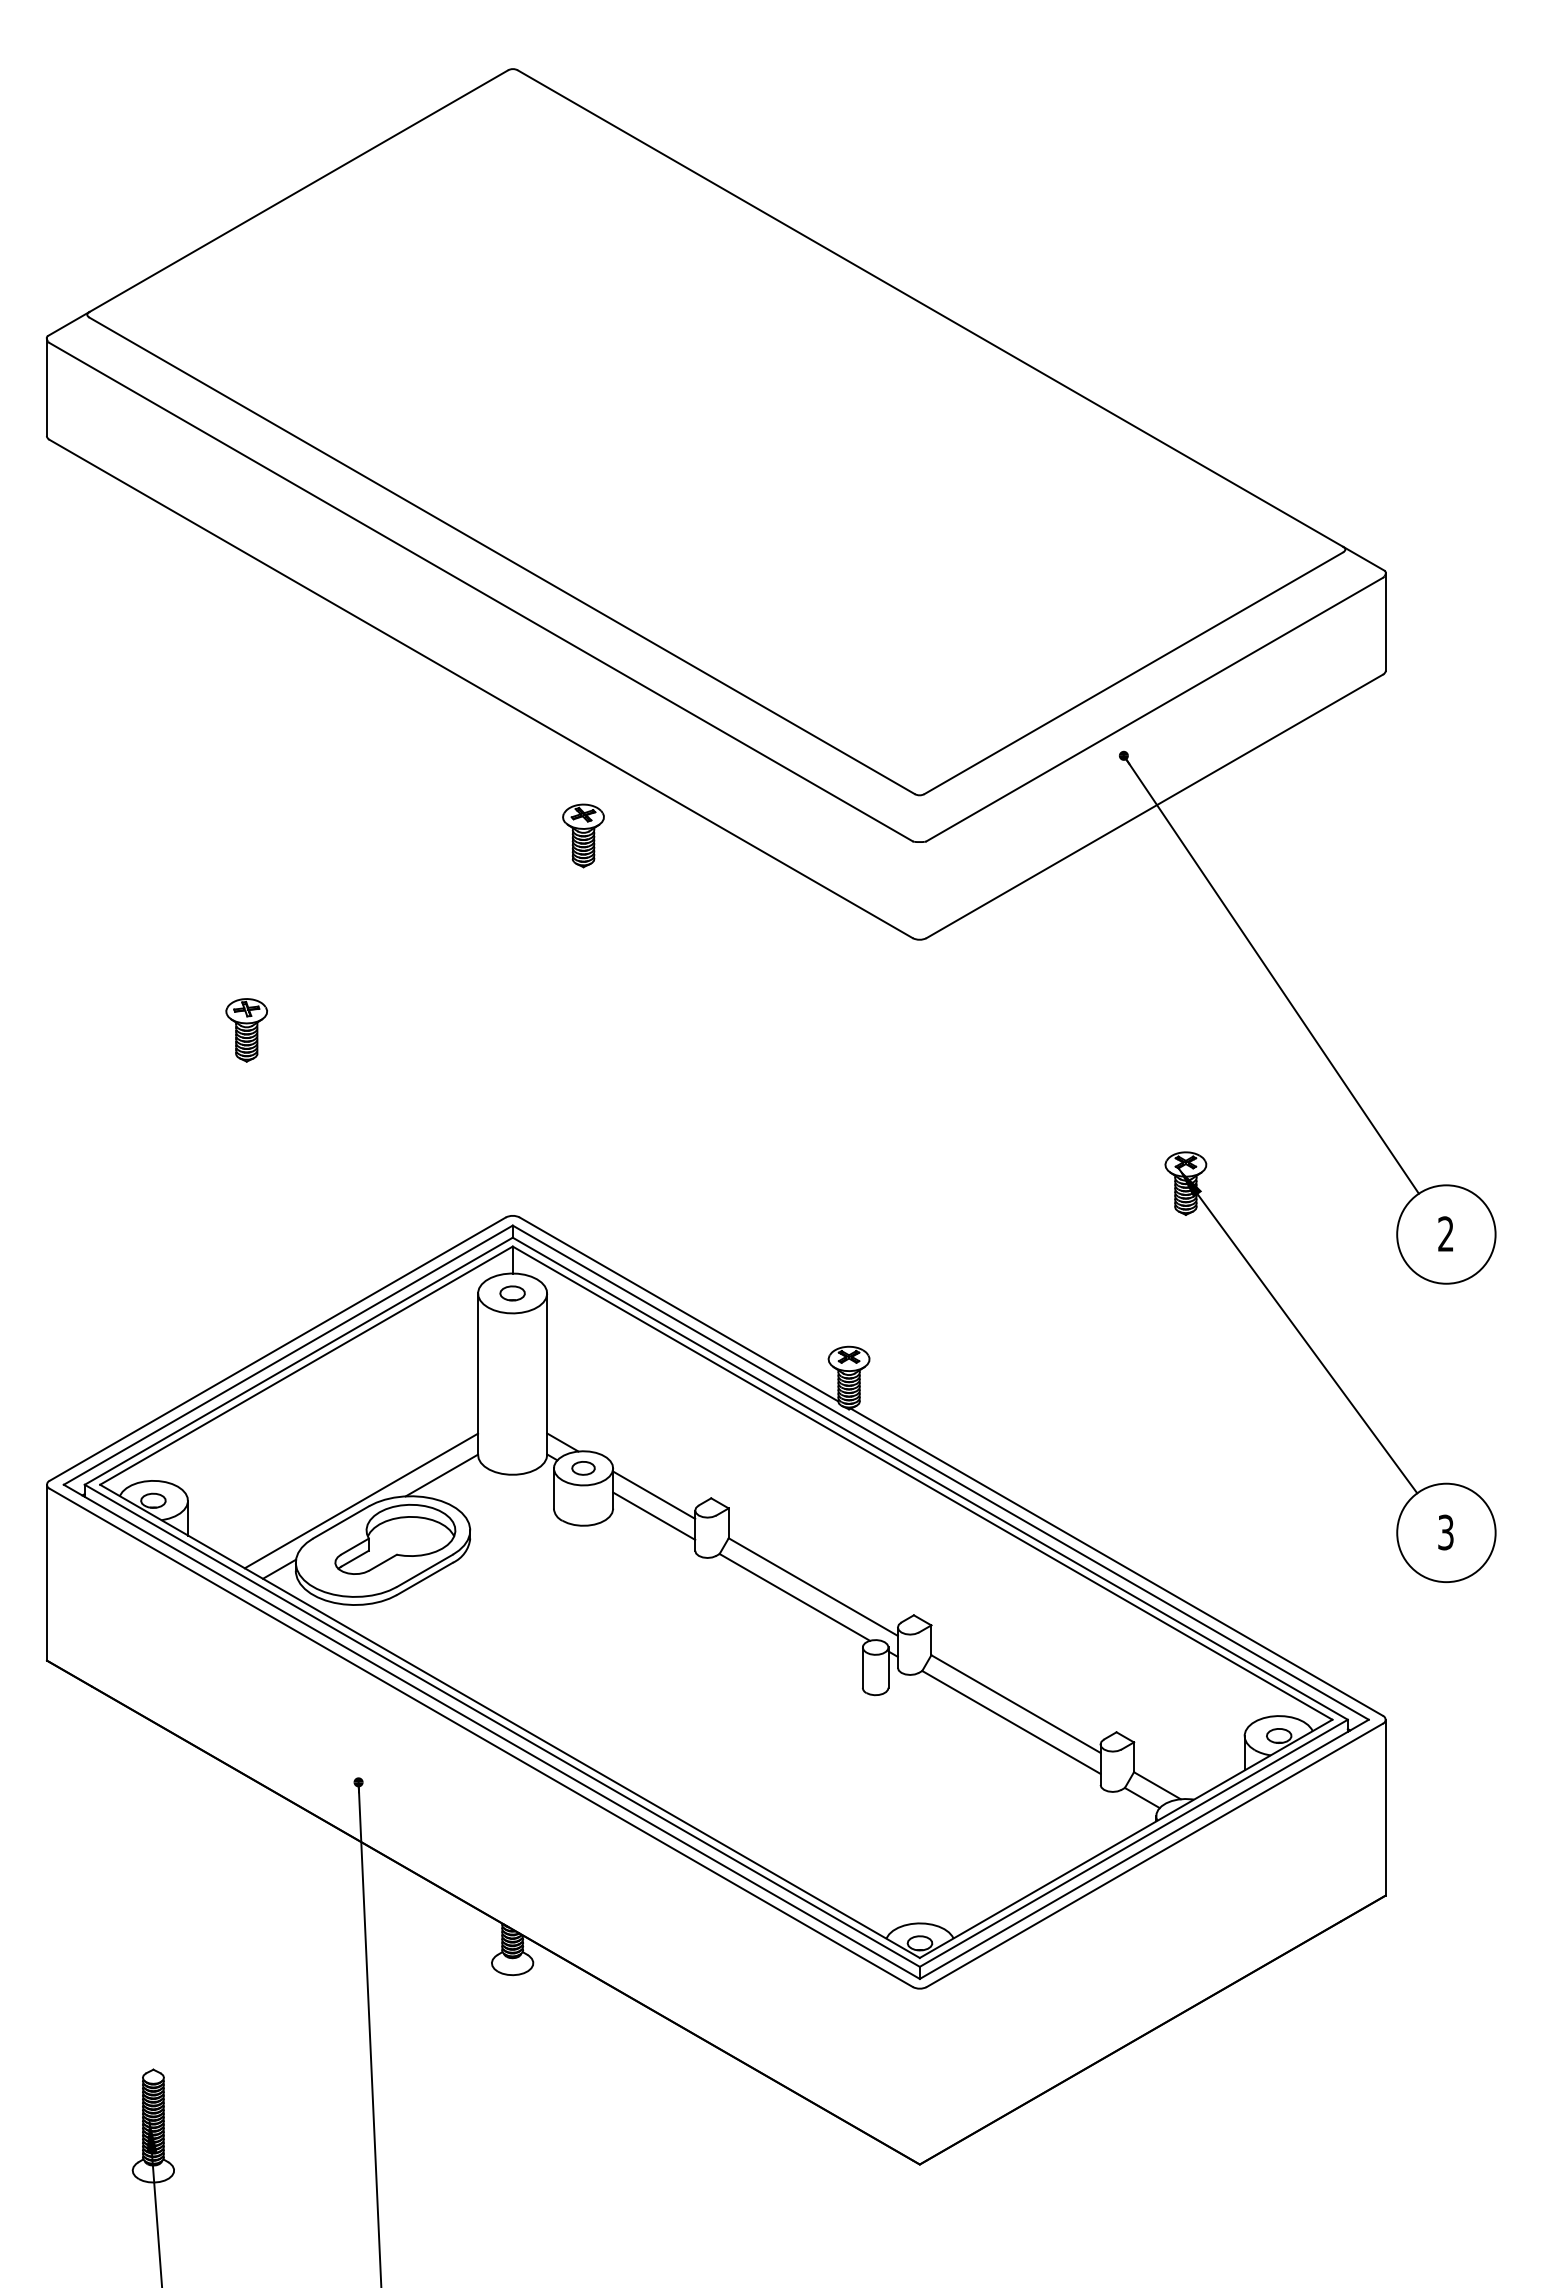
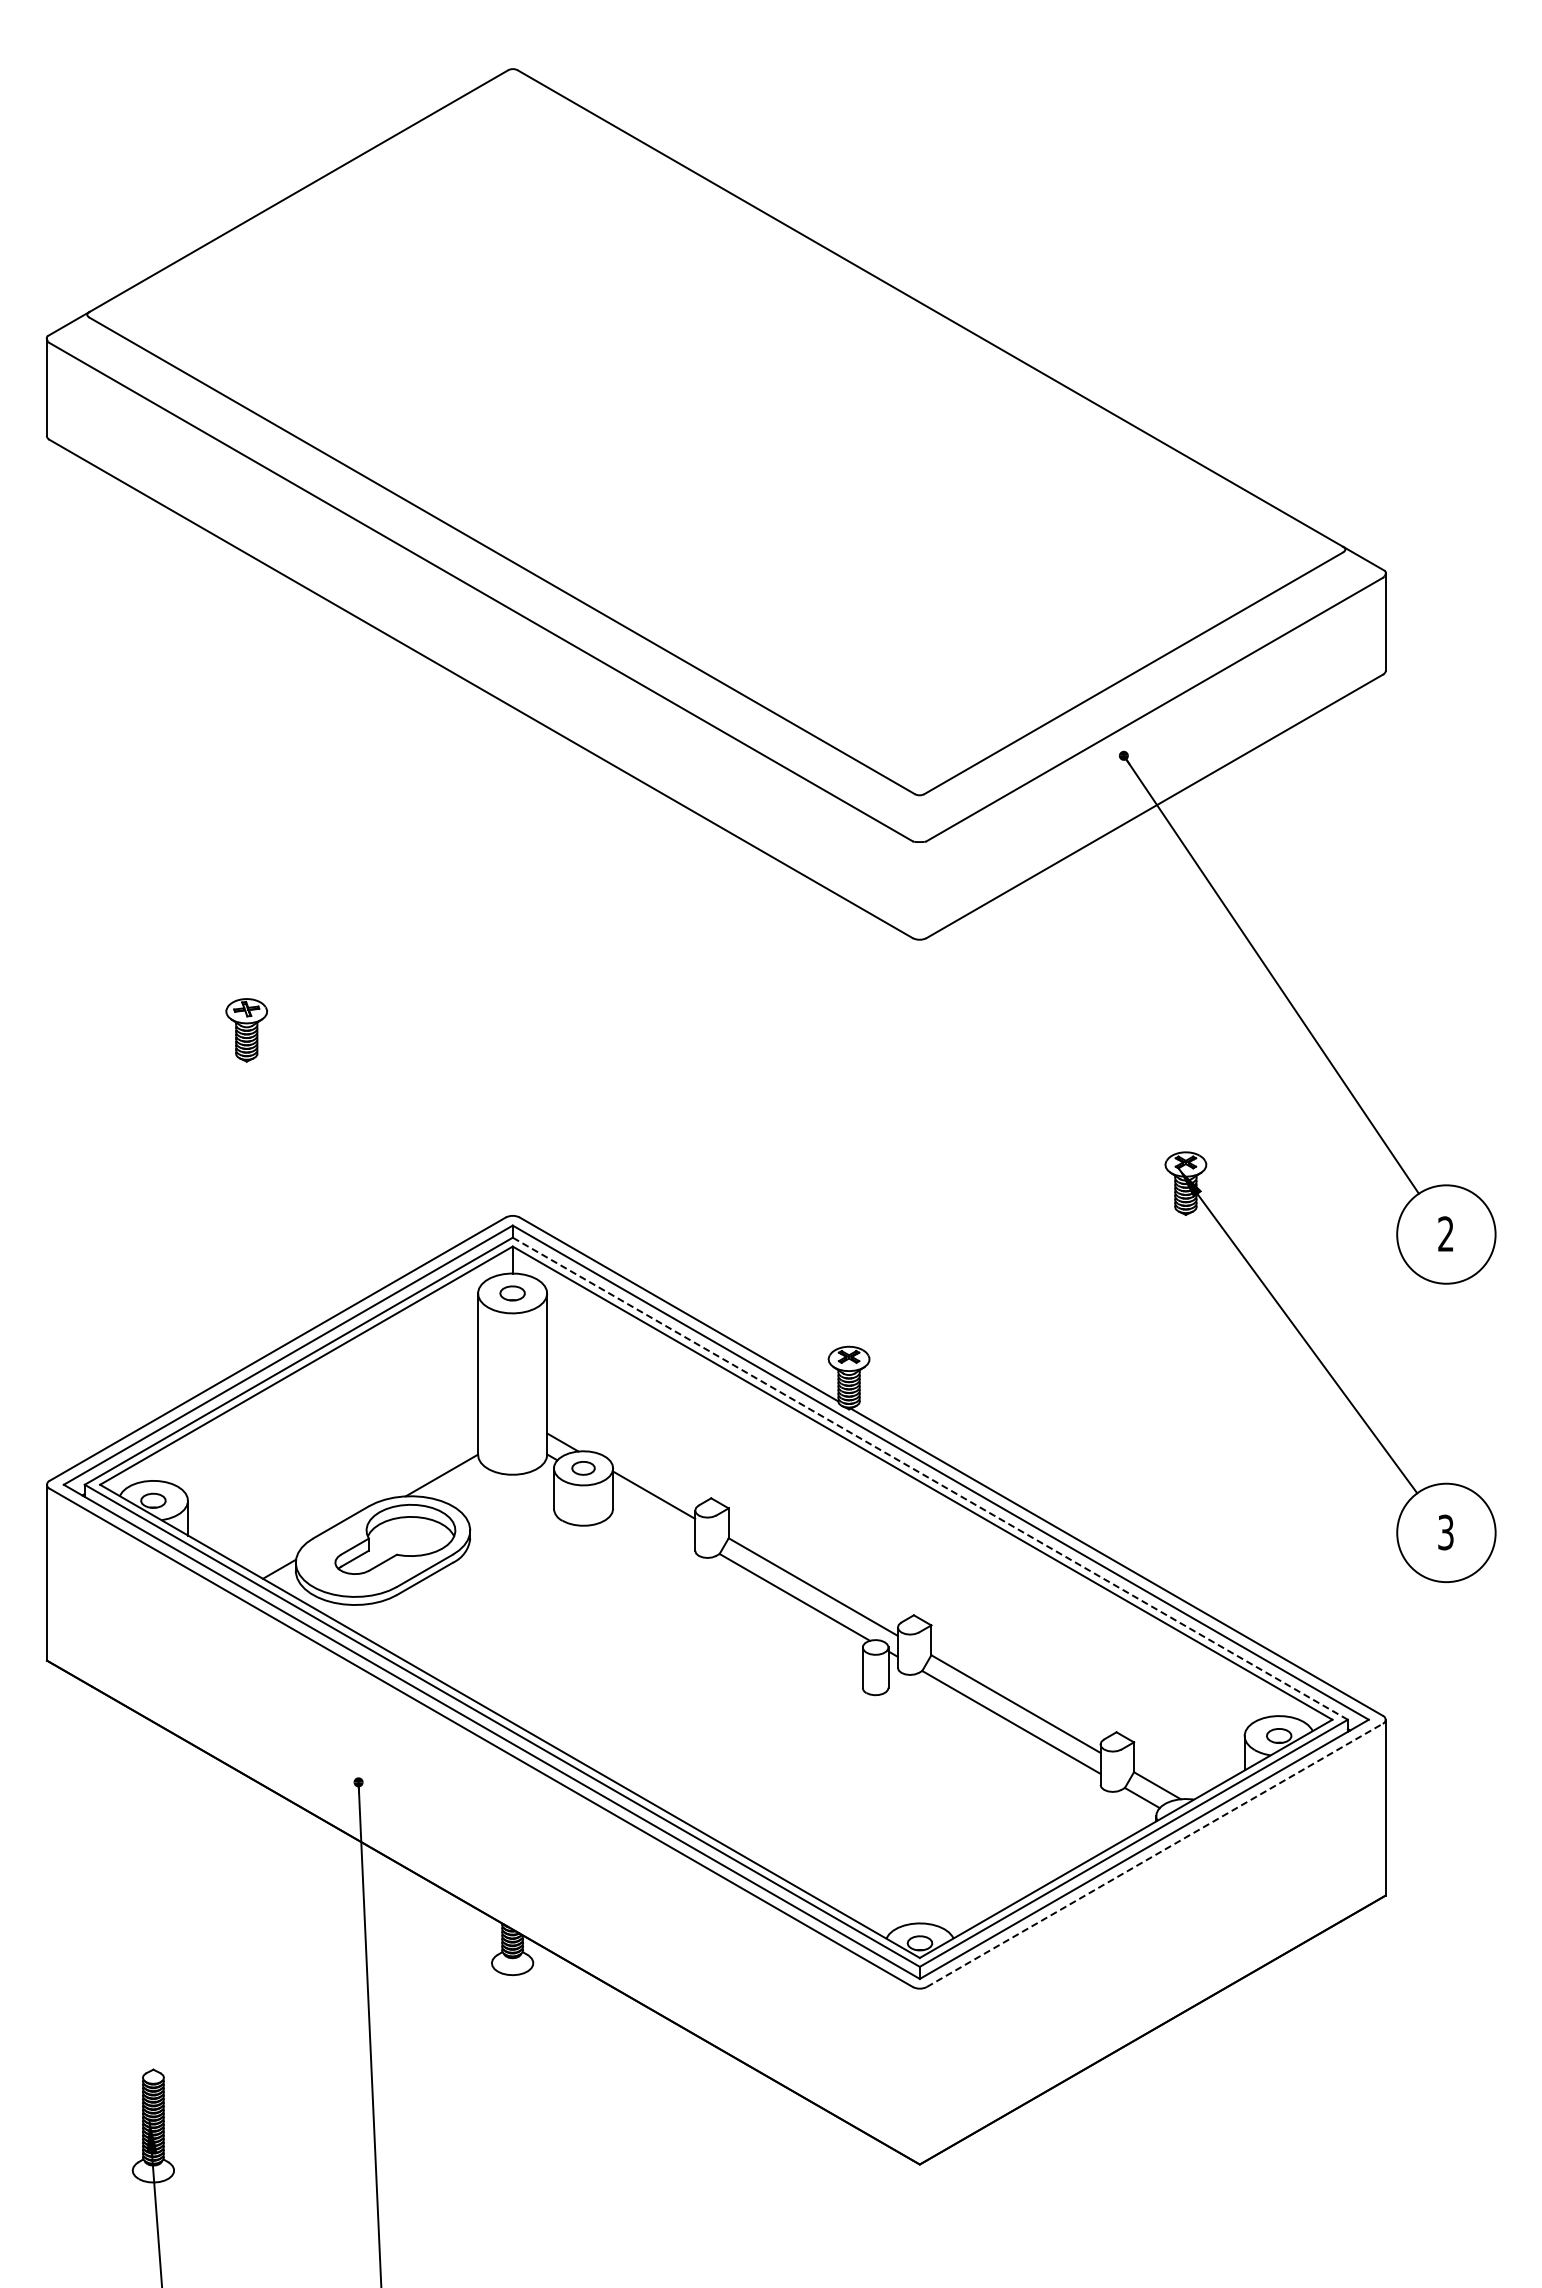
part at (583, 835): present -> none
line at (929, 1478): solid -> dashed
line at (361, 1500): present -> none
line at (654, 1515): present -> none
line at (1155, 1855): solid -> dashed
